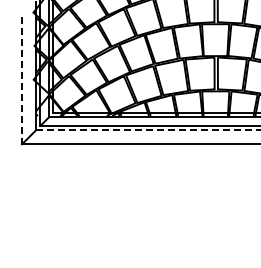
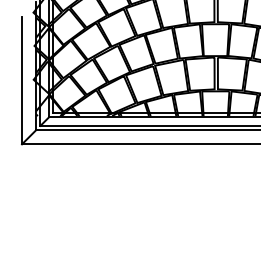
line at (22, 80): dashed -> solid
line at (149, 130): dashed -> solid
